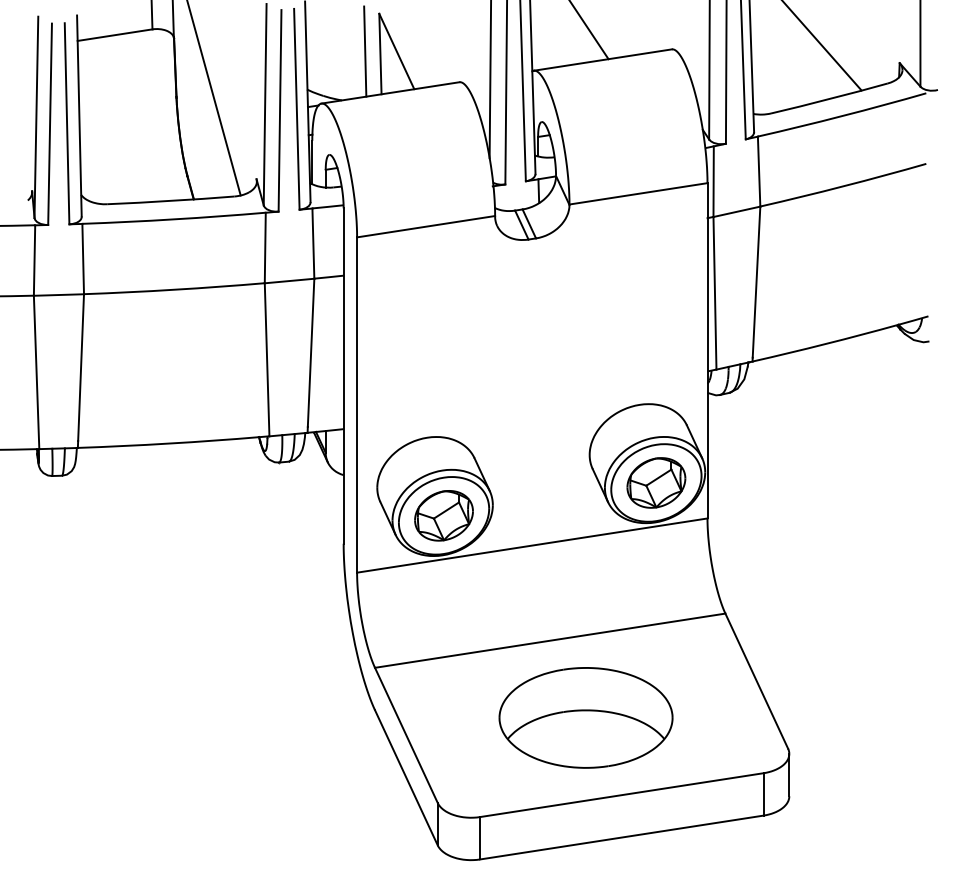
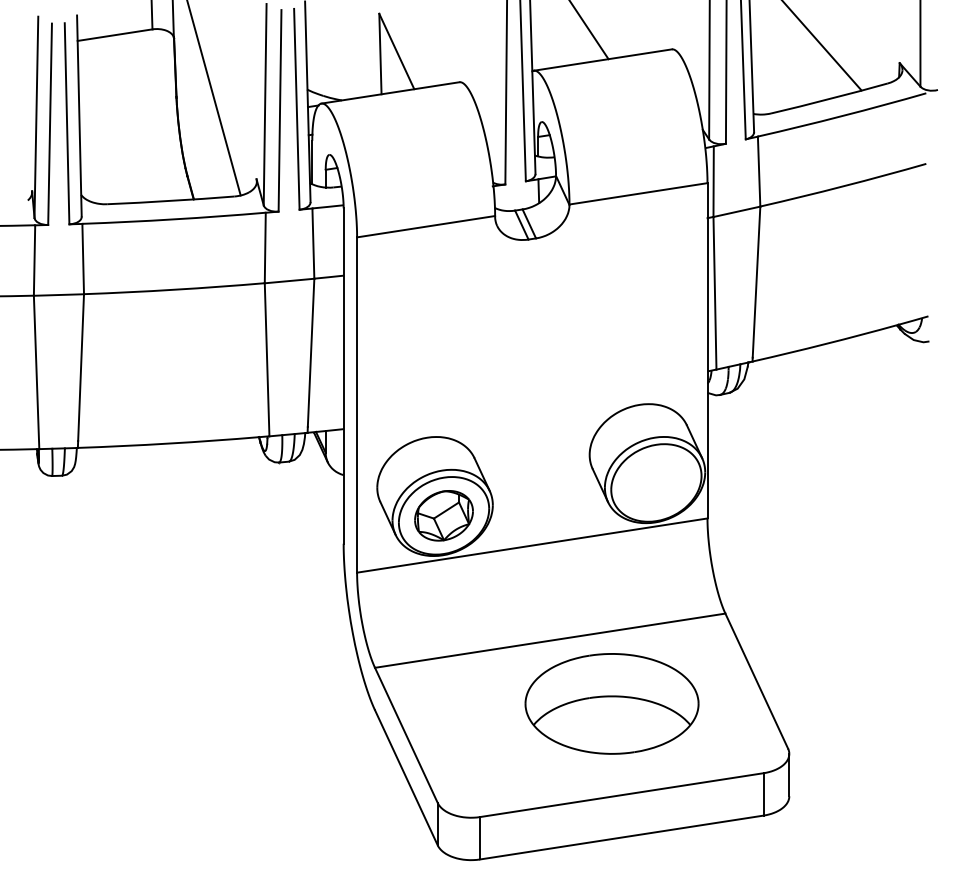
line at (365, 51): present -> none
line at (490, 80): present -> none
part at (656, 482): present -> none
part at (585, 717) position: (585, 717) -> (611, 703)
